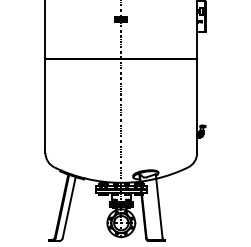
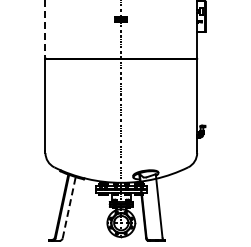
line at (45, 29): solid -> dashed
line at (69, 207): solid -> dashed
